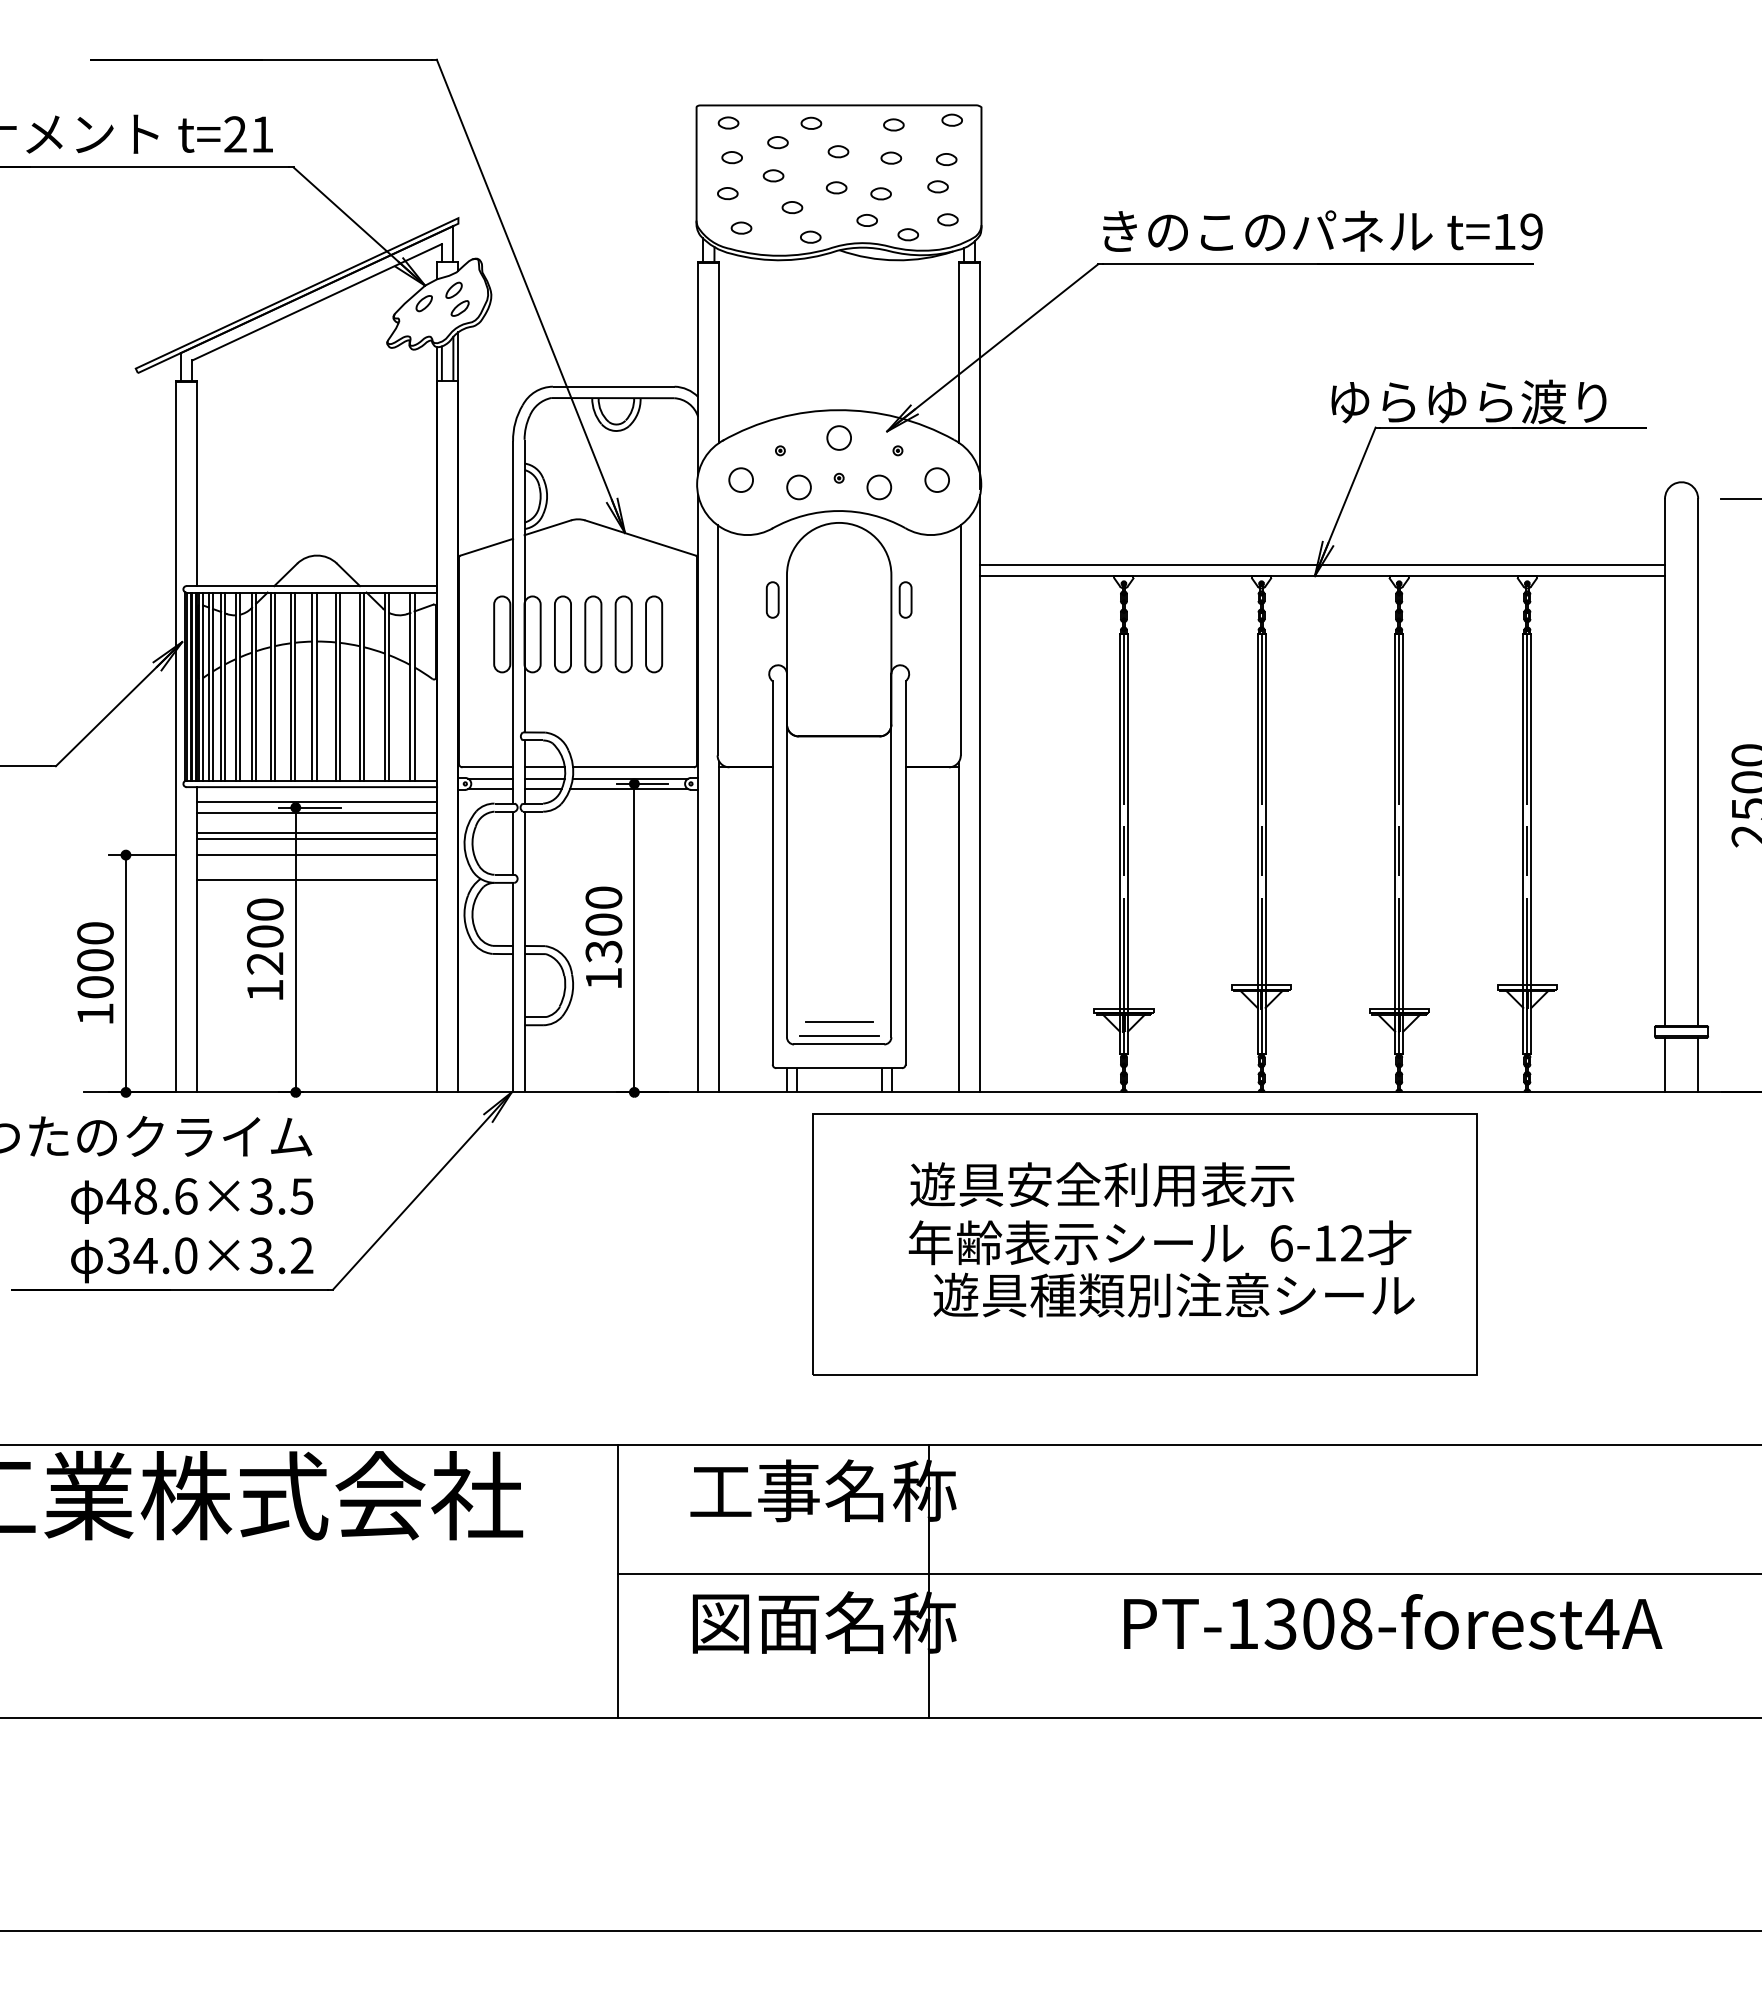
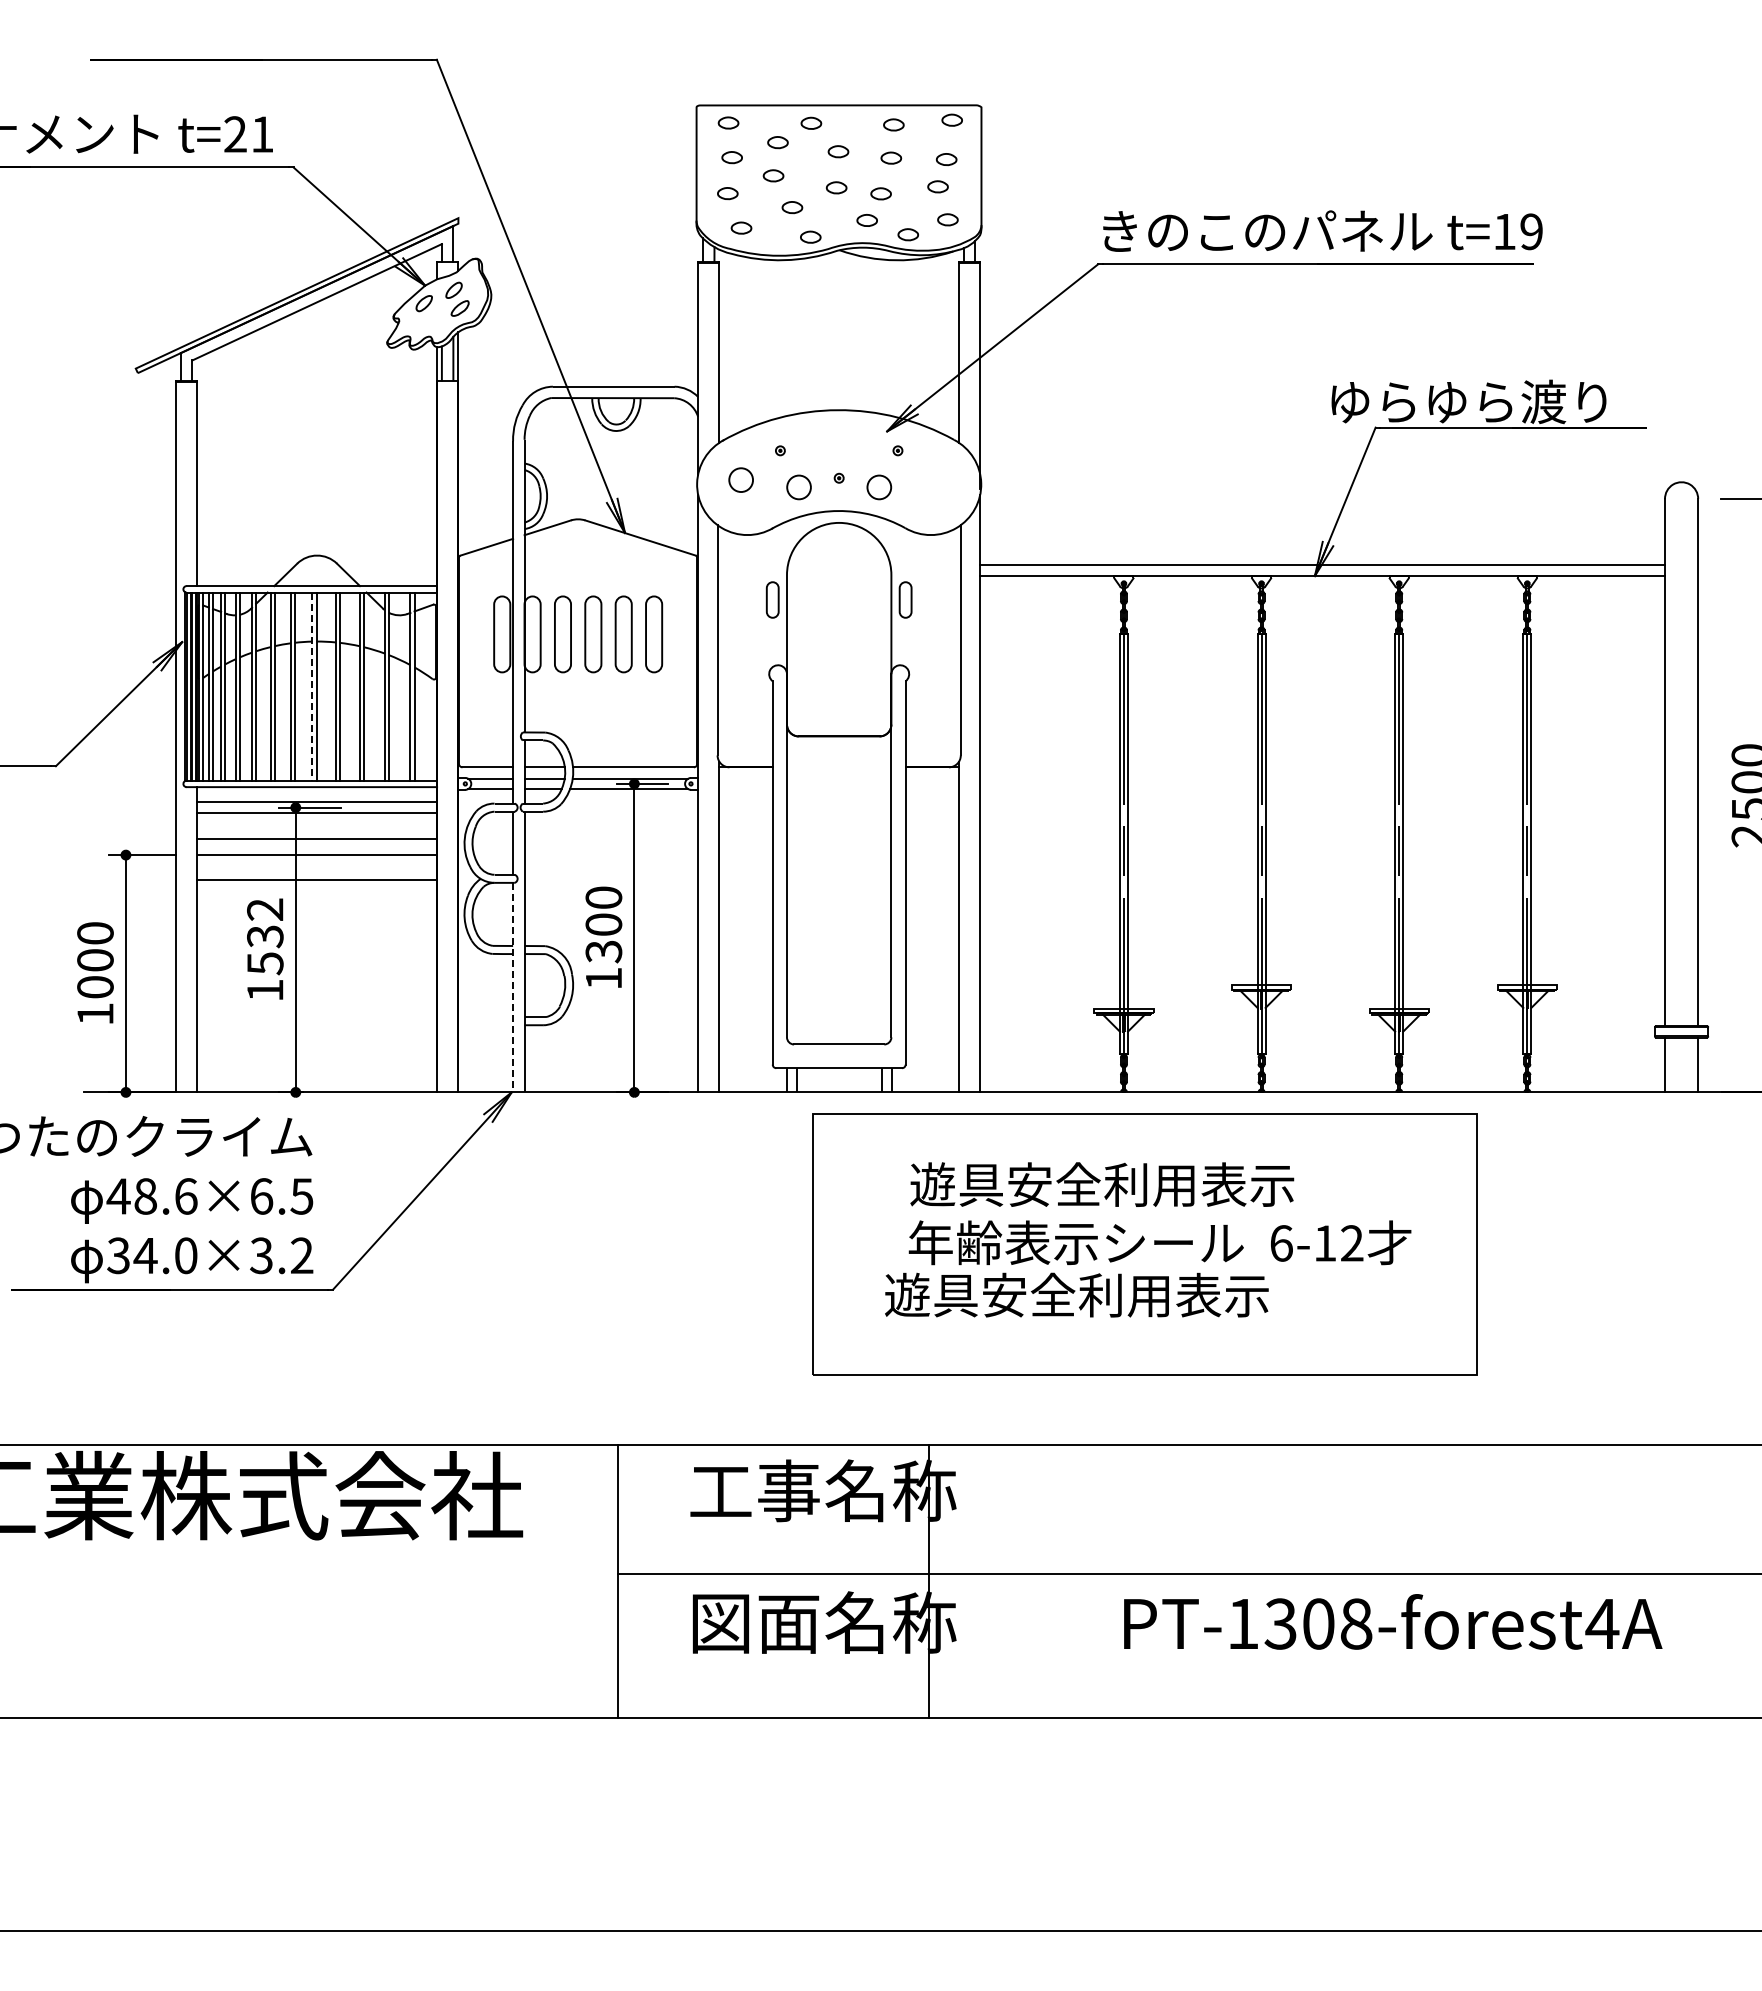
circle at (838, 437): present -> none
circle at (936, 479): present -> none
line at (312, 687): solid -> dashed
line at (317, 832): present -> none
text at (265, 936): 1200 -> 1532
line at (513, 987): solid -> dashed
line at (838, 1021): present -> none
line at (838, 1035): present -> none
text at (261, 1196): 48.6×3.5 -> 48.6×6.5
text at (1149, 1294): 遊具種類別注意シール -> 遊具安全利用表示
